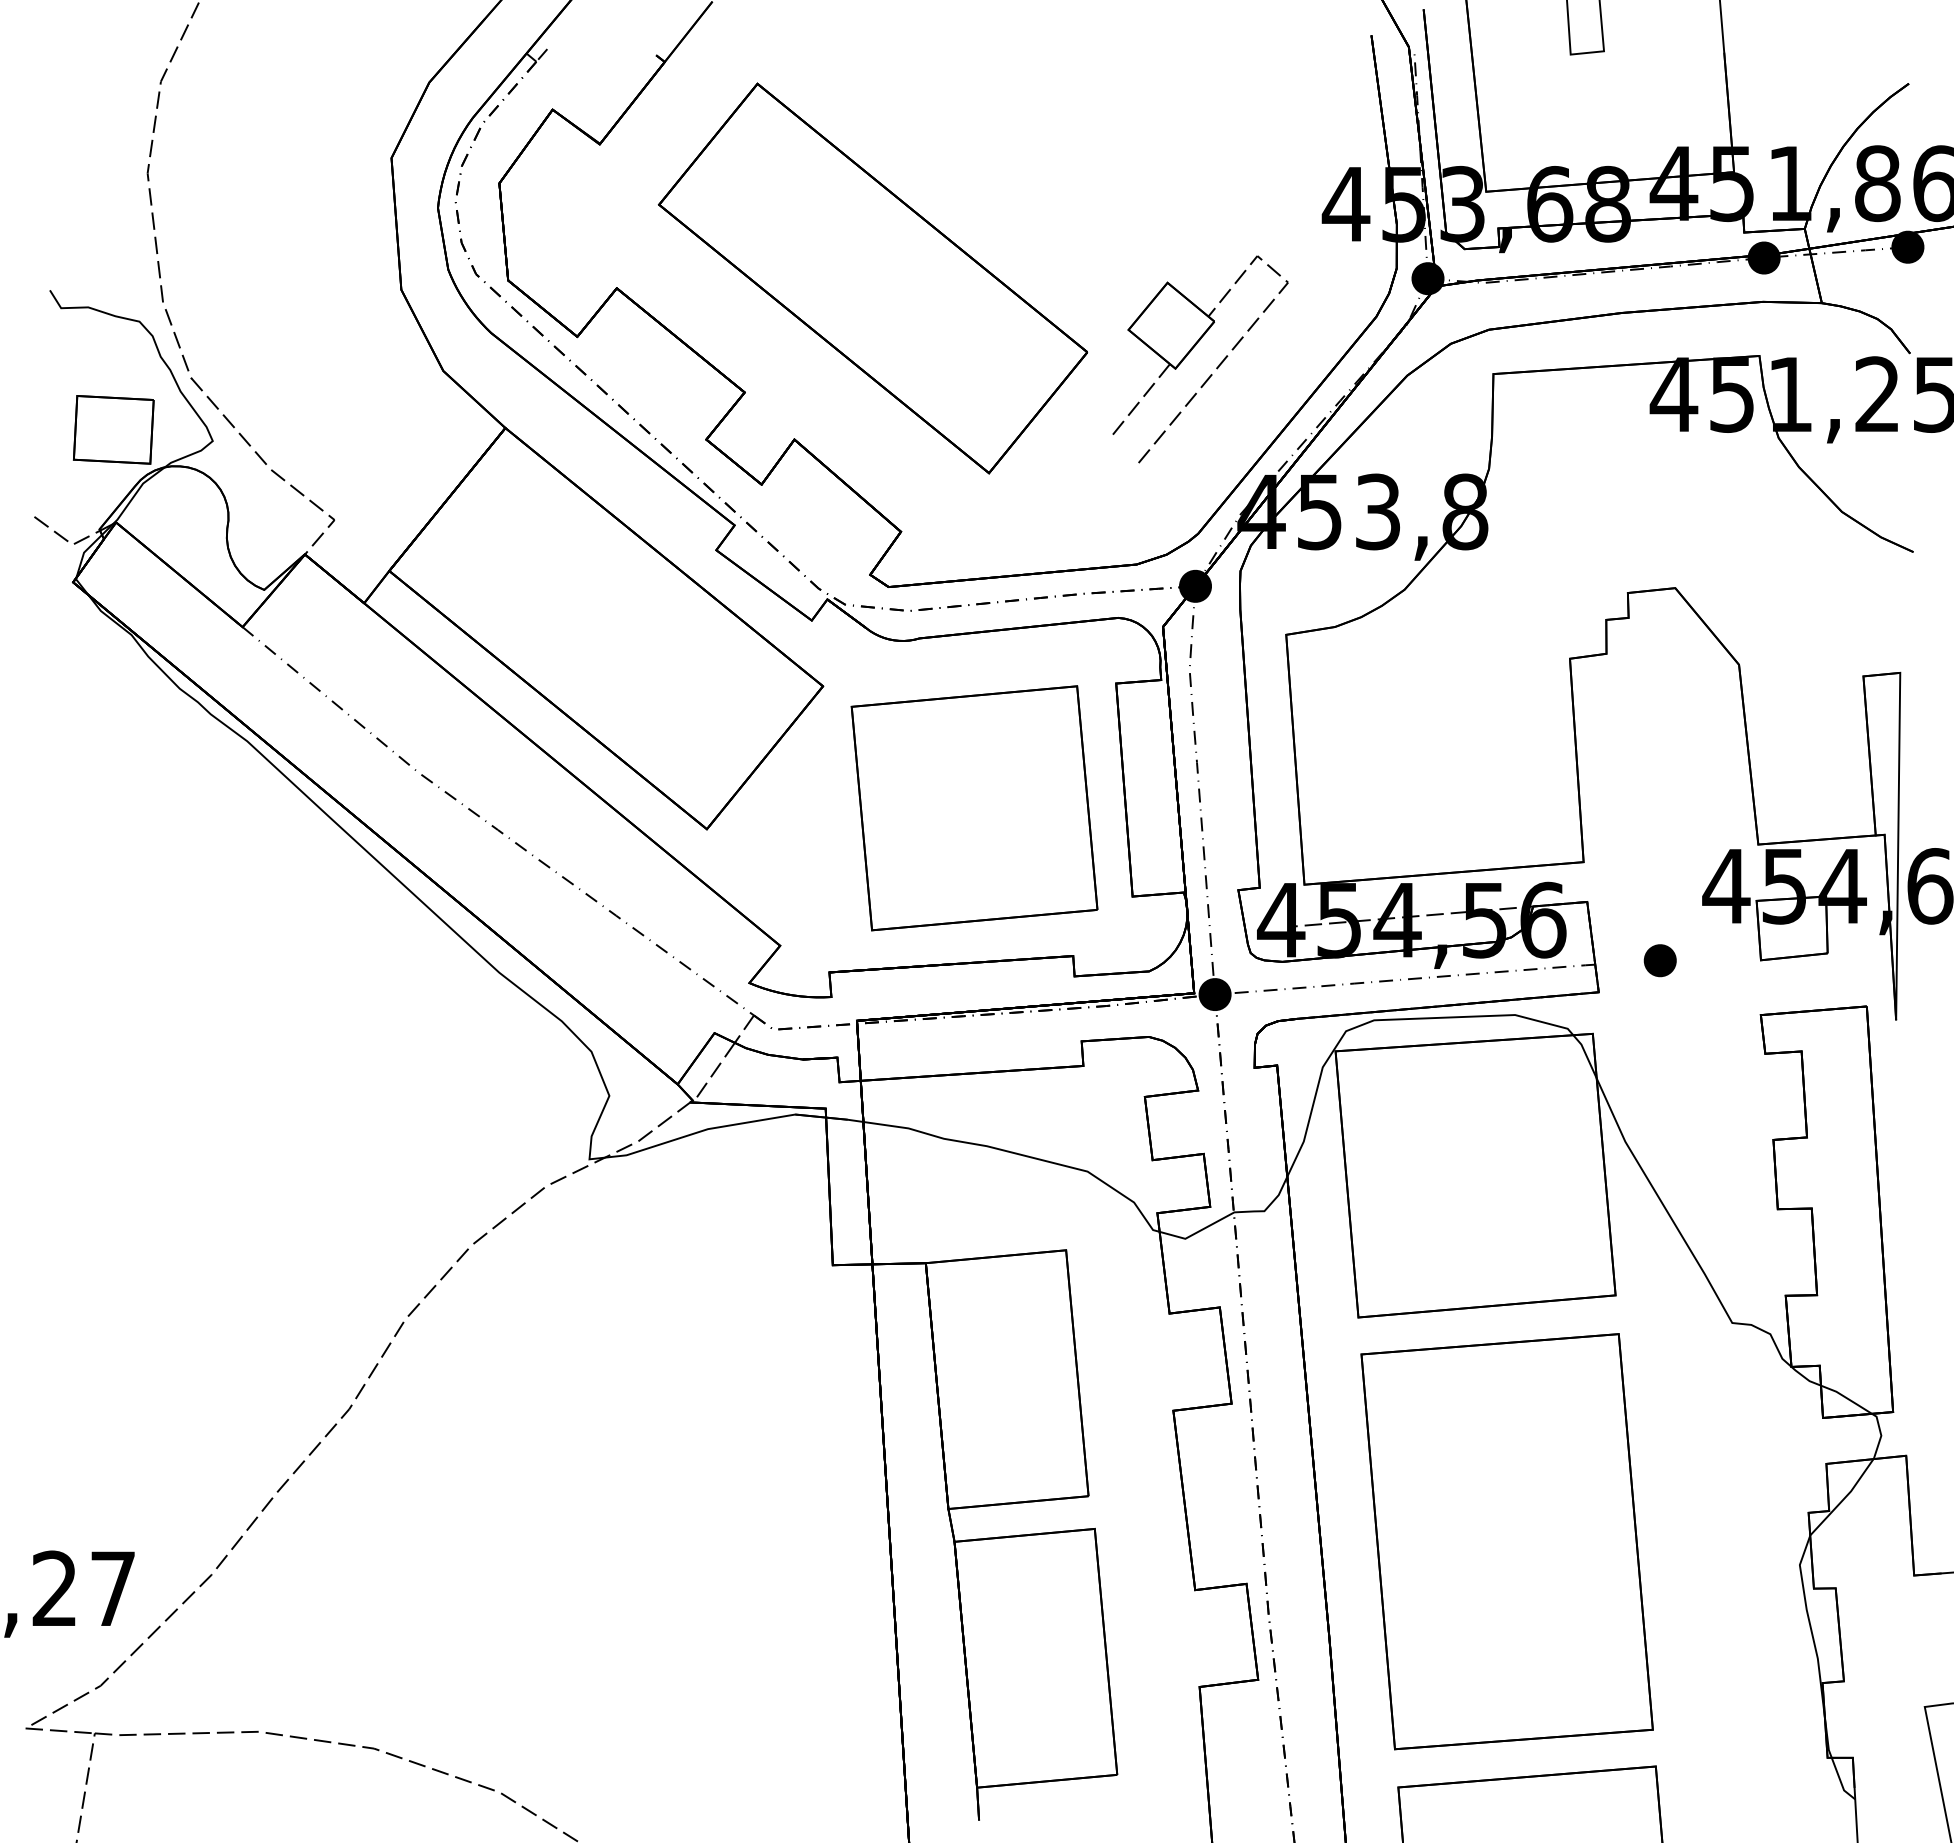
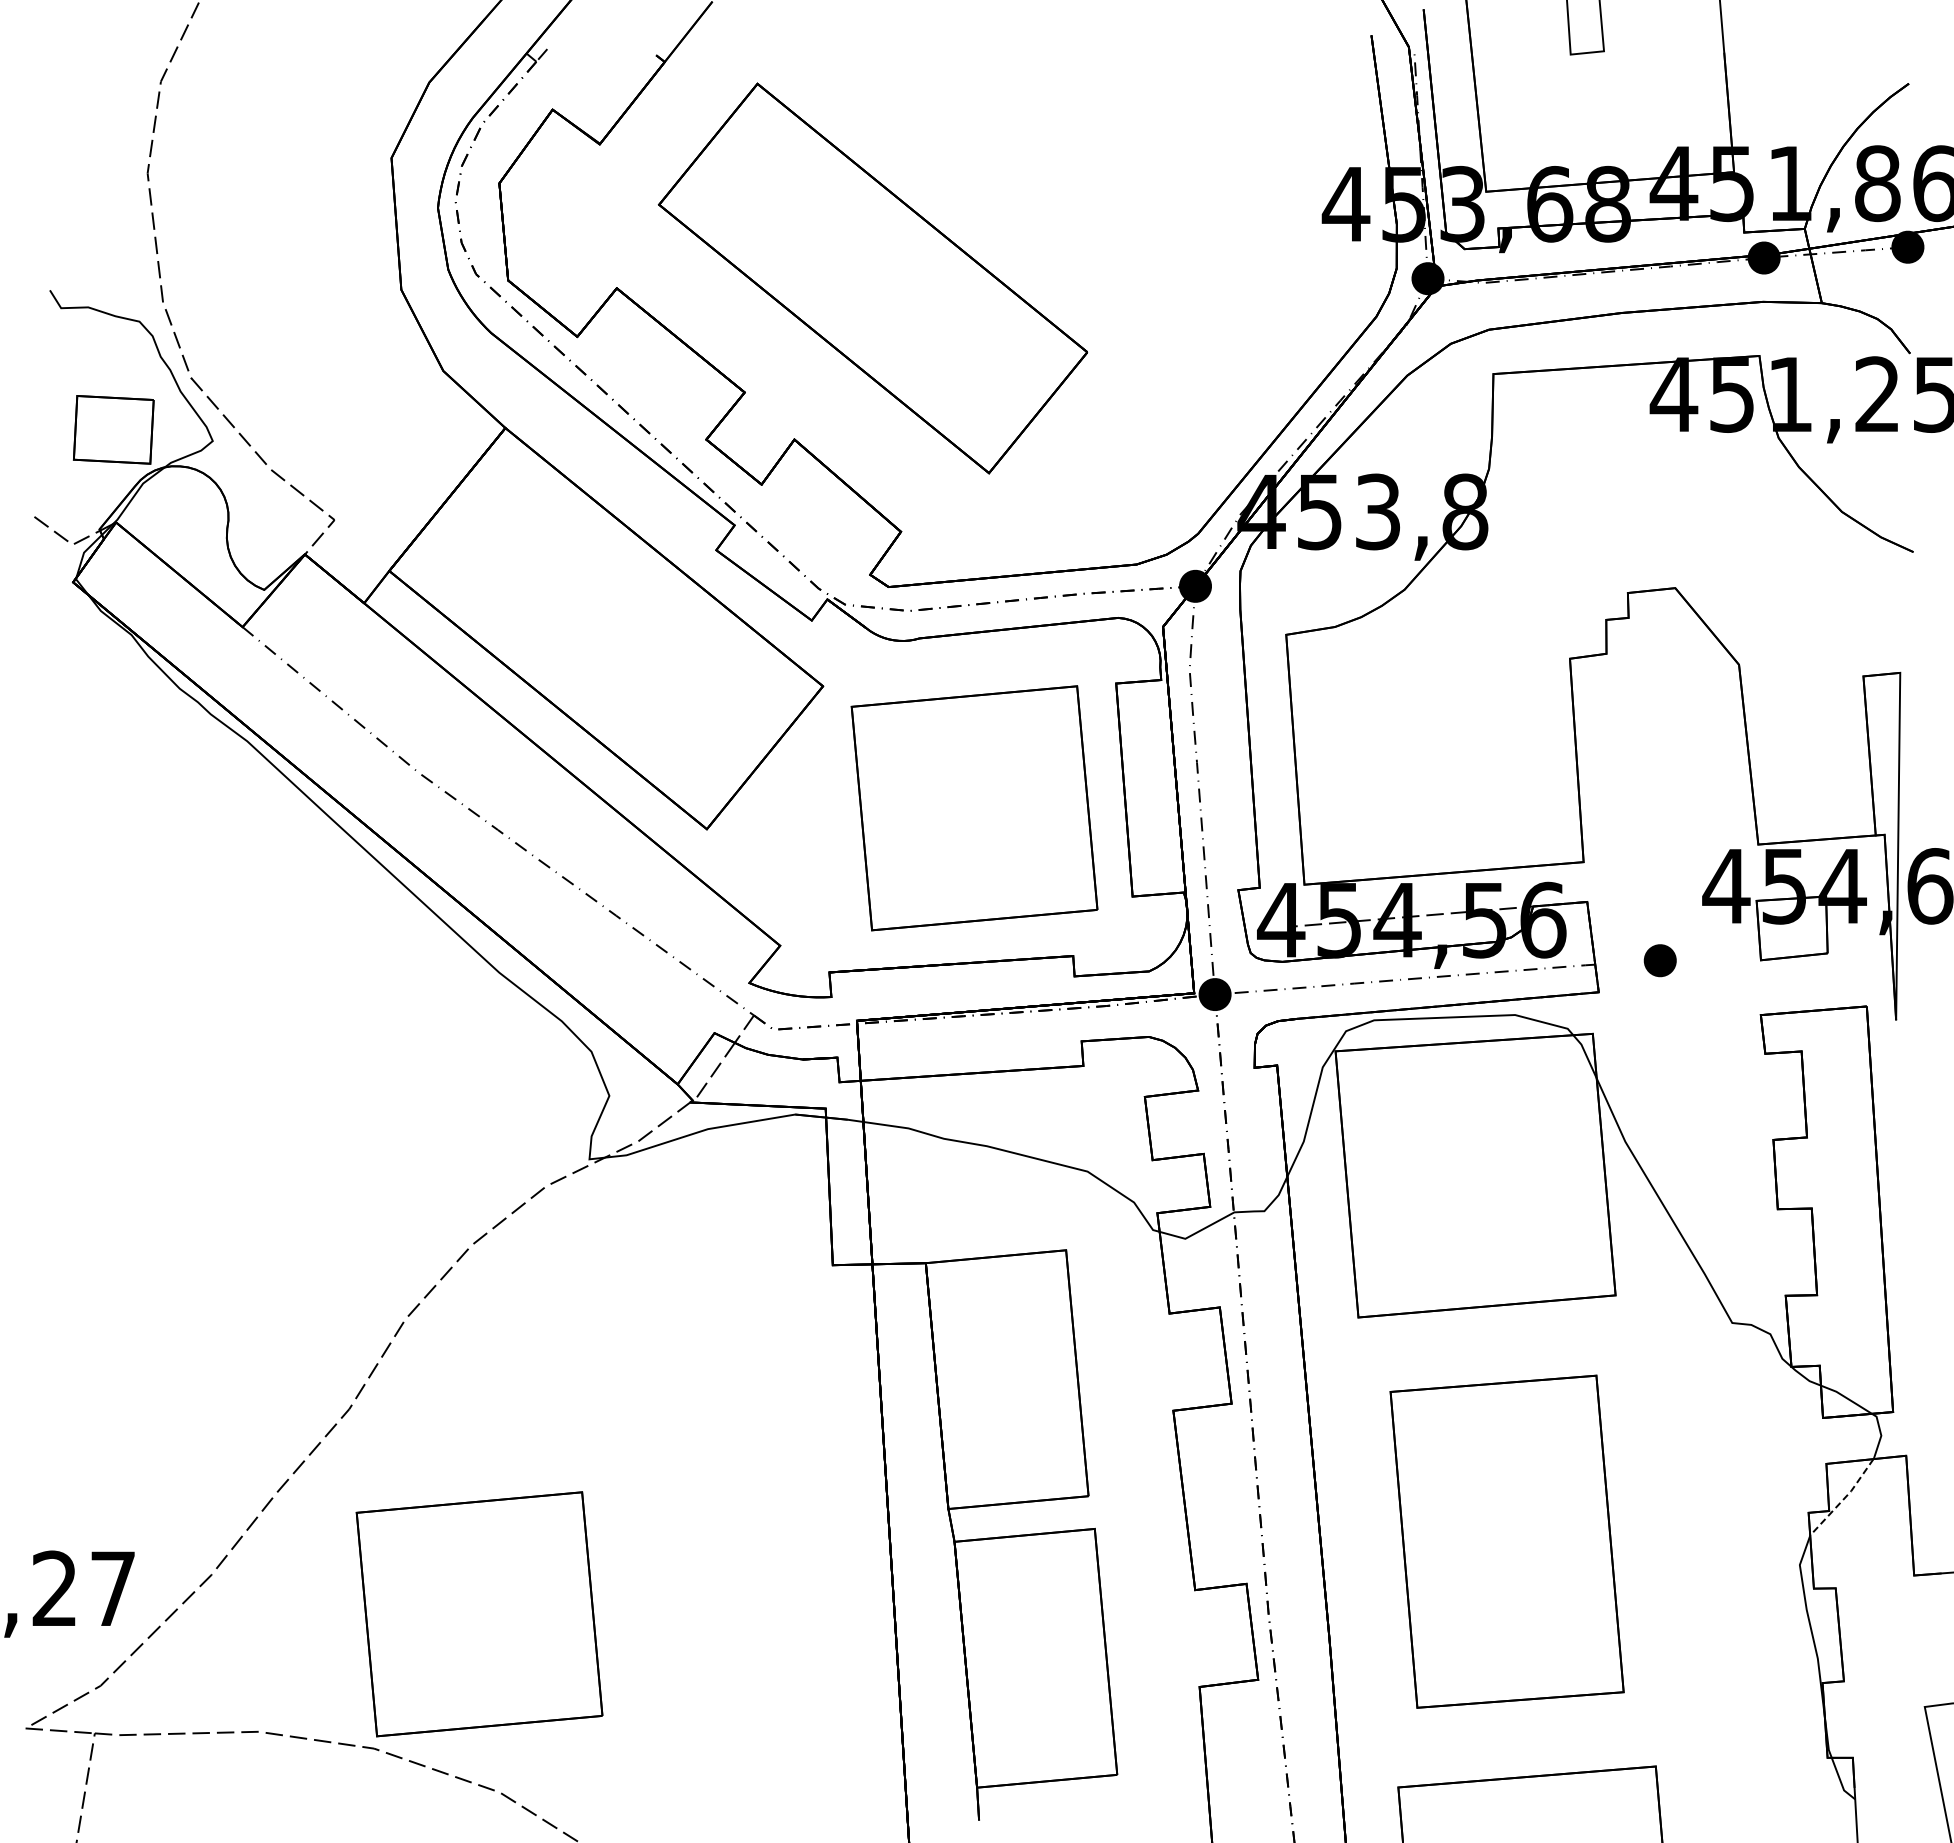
part at (1191, 351): present -> none
line at (1843, 1499): solid -> dashed
part at (1506, 1541) size: 294x418 px -> 236x335 px
part at (479, 1614): none -> present
